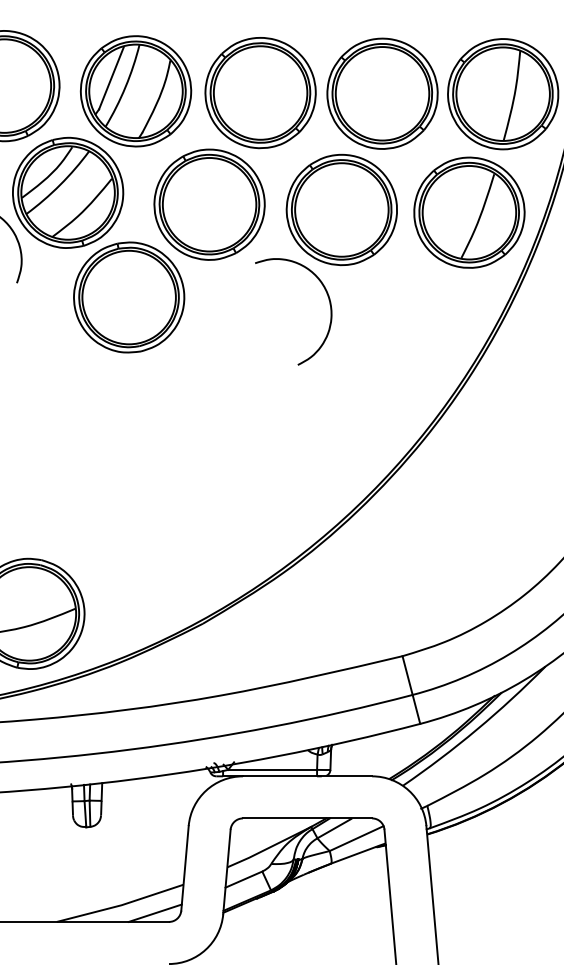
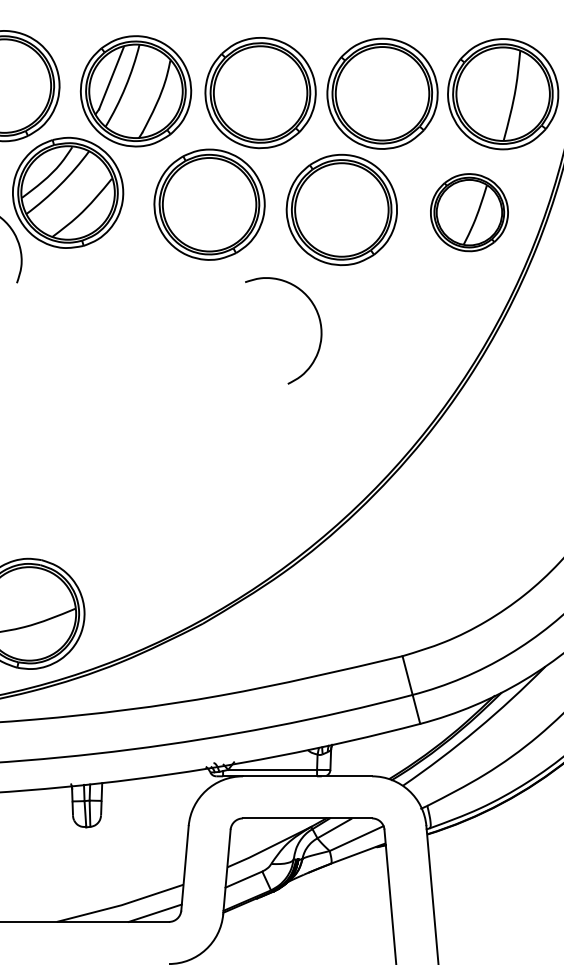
part at (469, 212) size: 113x113 px -> 79x80 px
part at (129, 297): present -> none
curve at (329, 304) position: (329, 304) -> (319, 323)
